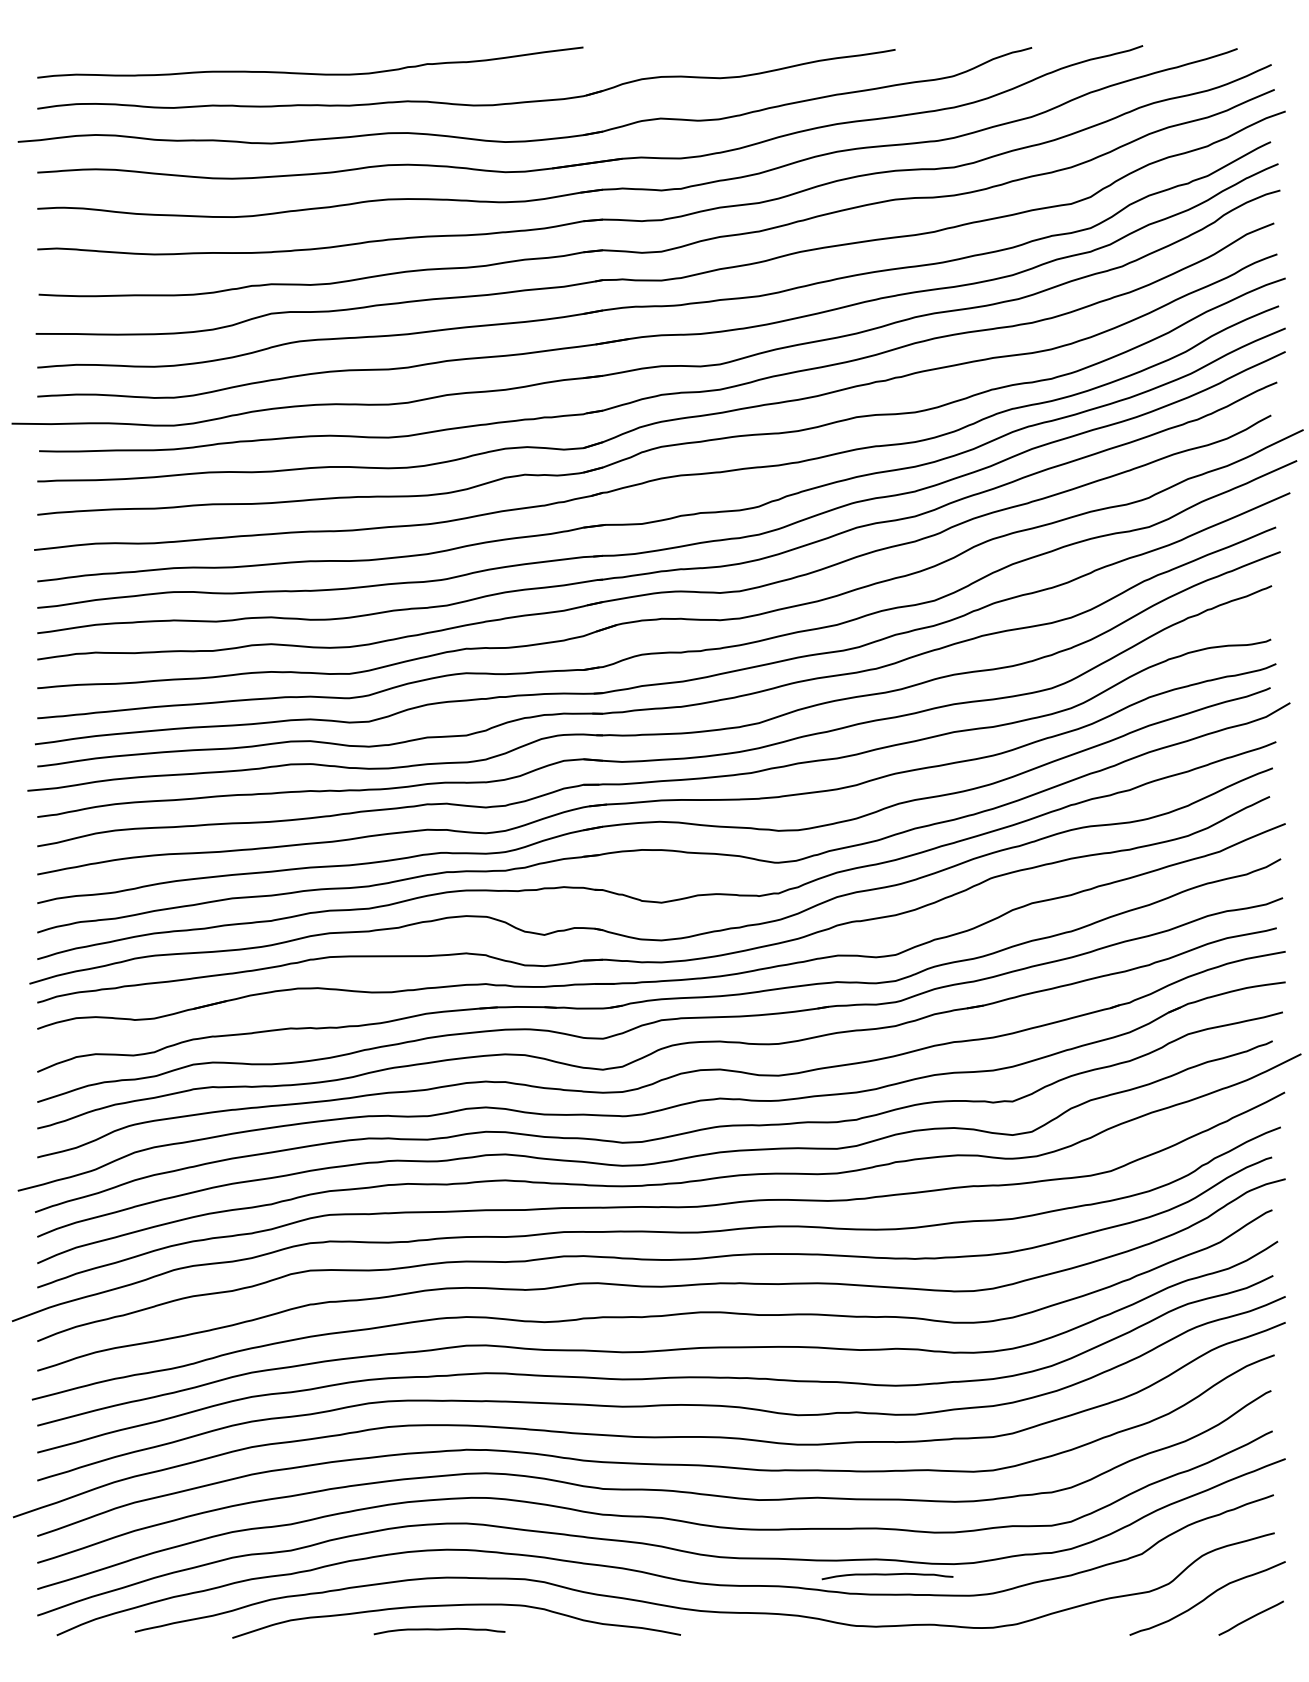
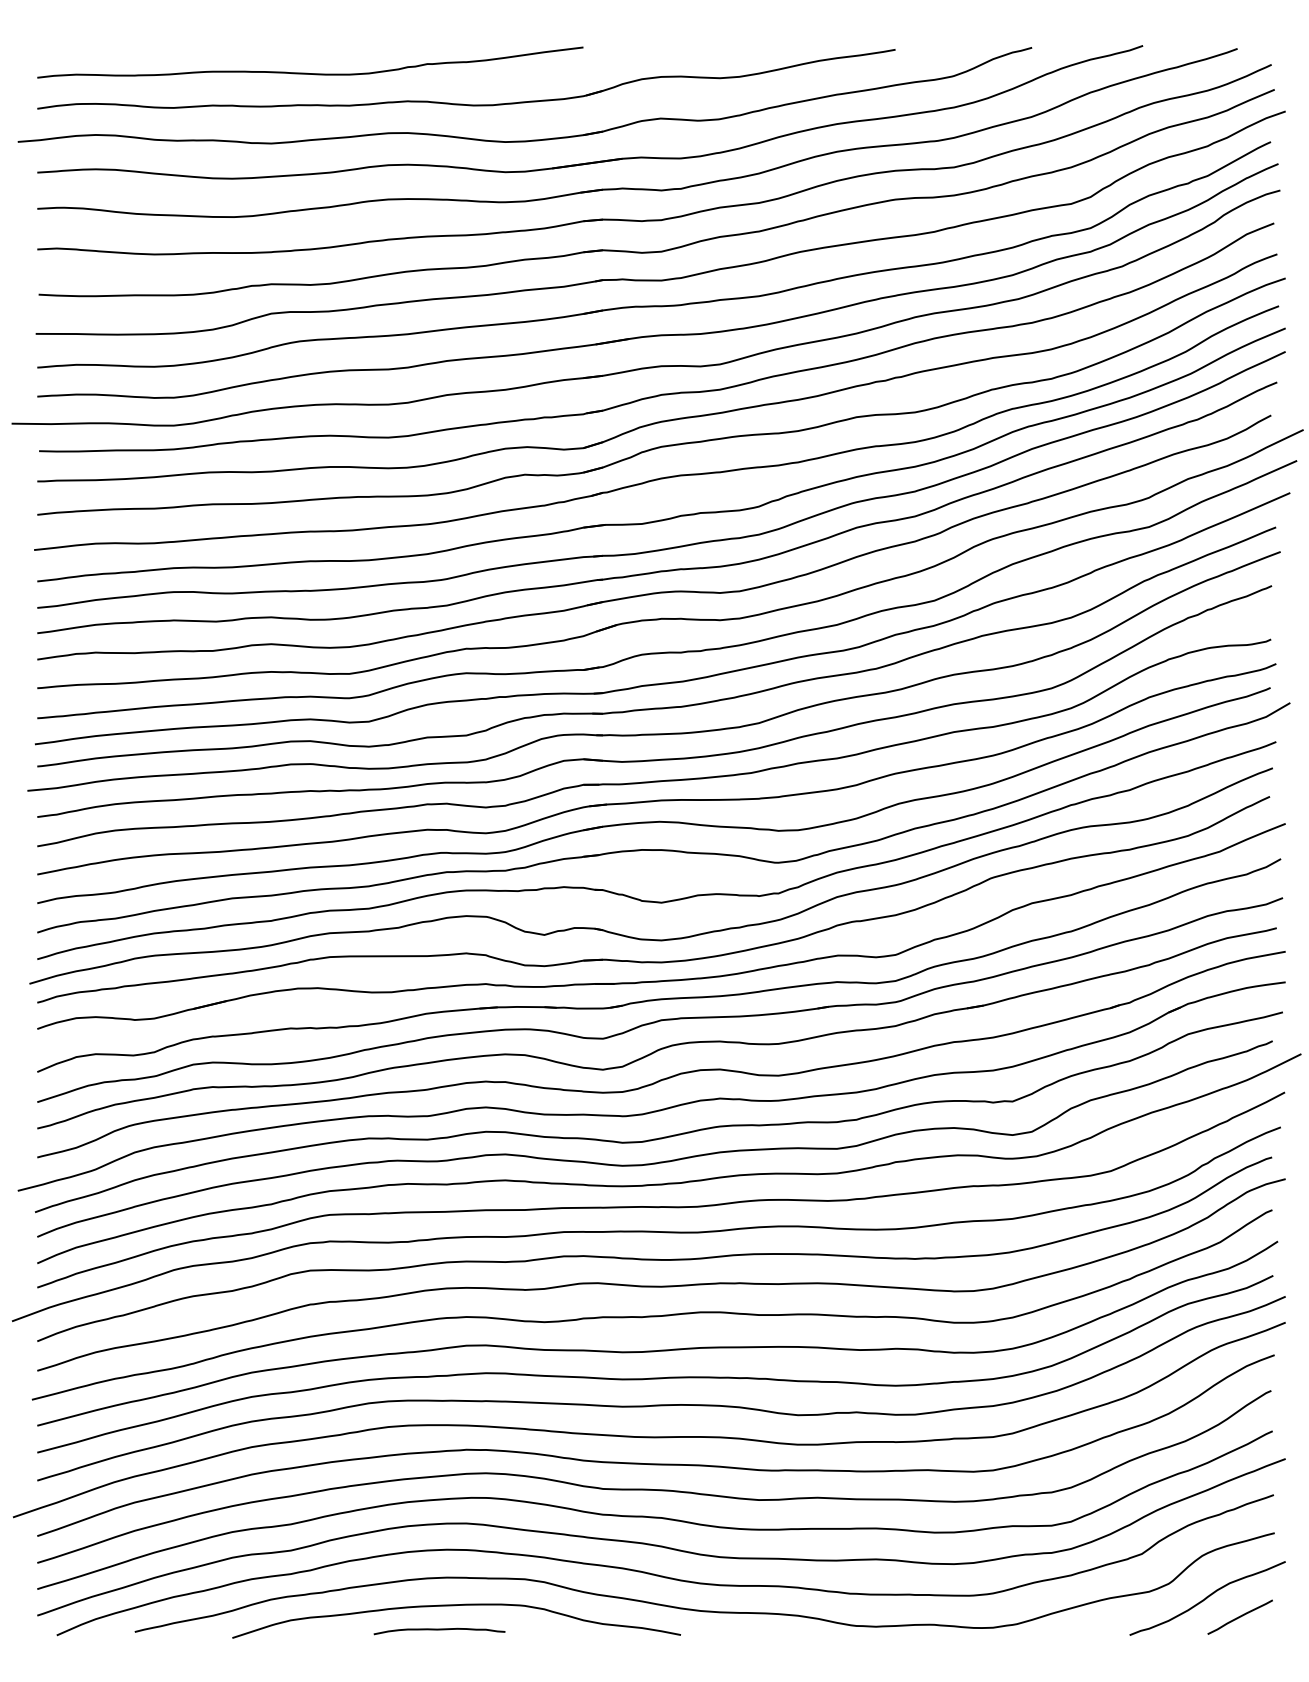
curve at (887, 1575): present -> none
line at (1250, 1617) position: (1250, 1617) -> (1239, 1616)
